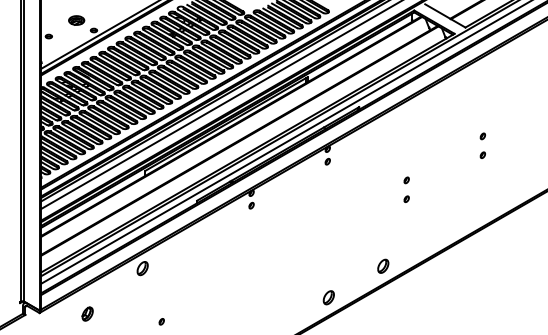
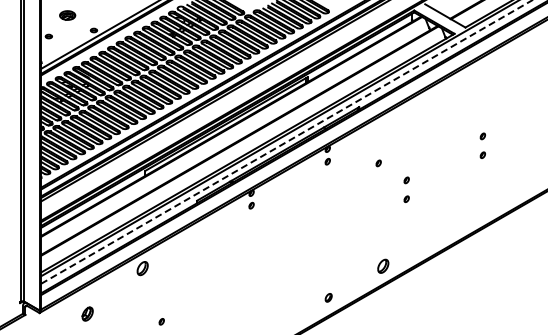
part at (76, 20) position: (76, 20) -> (67, 15)
line at (220, 105): present -> none
line at (287, 141): solid -> dashed
part at (378, 163): none -> present
part at (328, 297) size: 13x16 px -> 9x10 px
